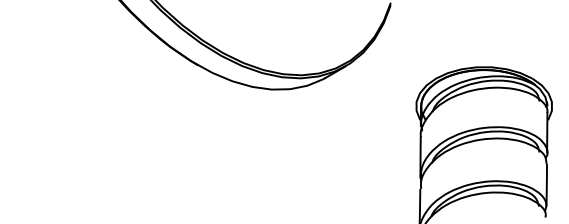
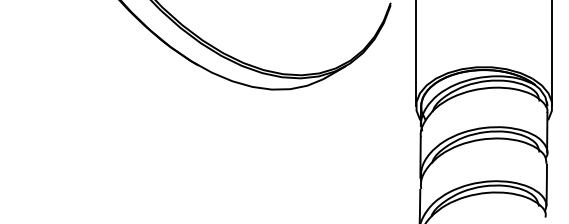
line at (416, 54): none -> present
line at (552, 54): none -> present
